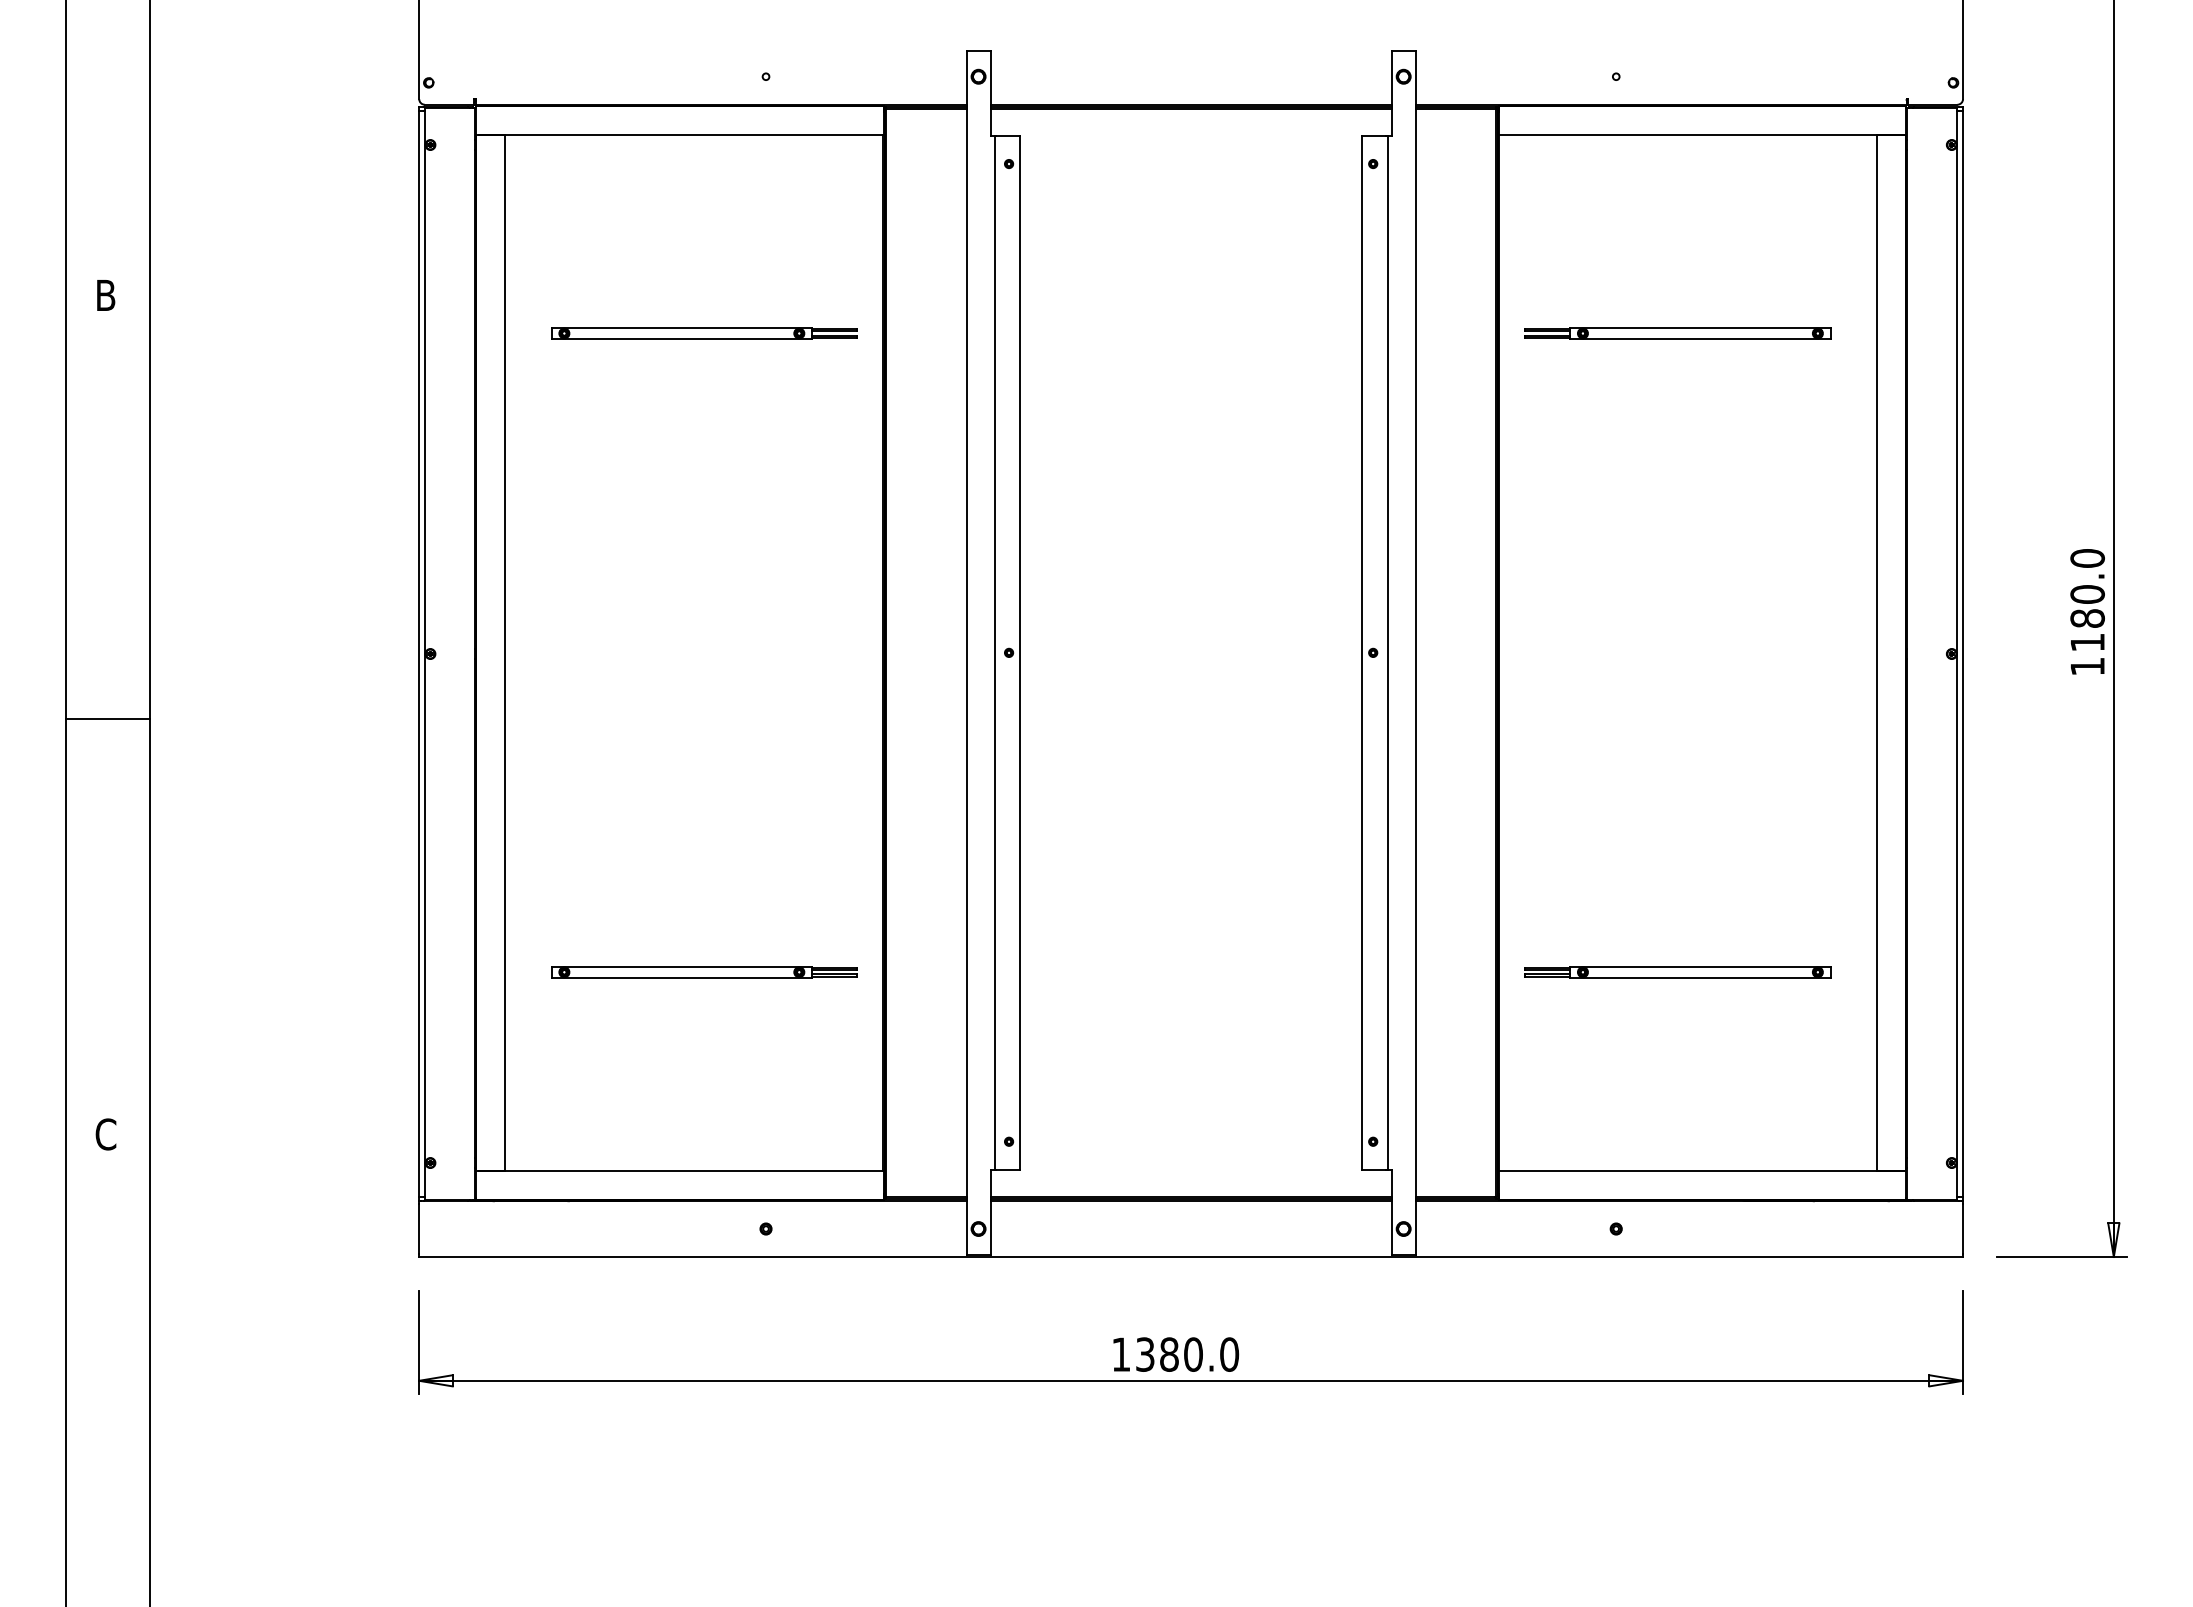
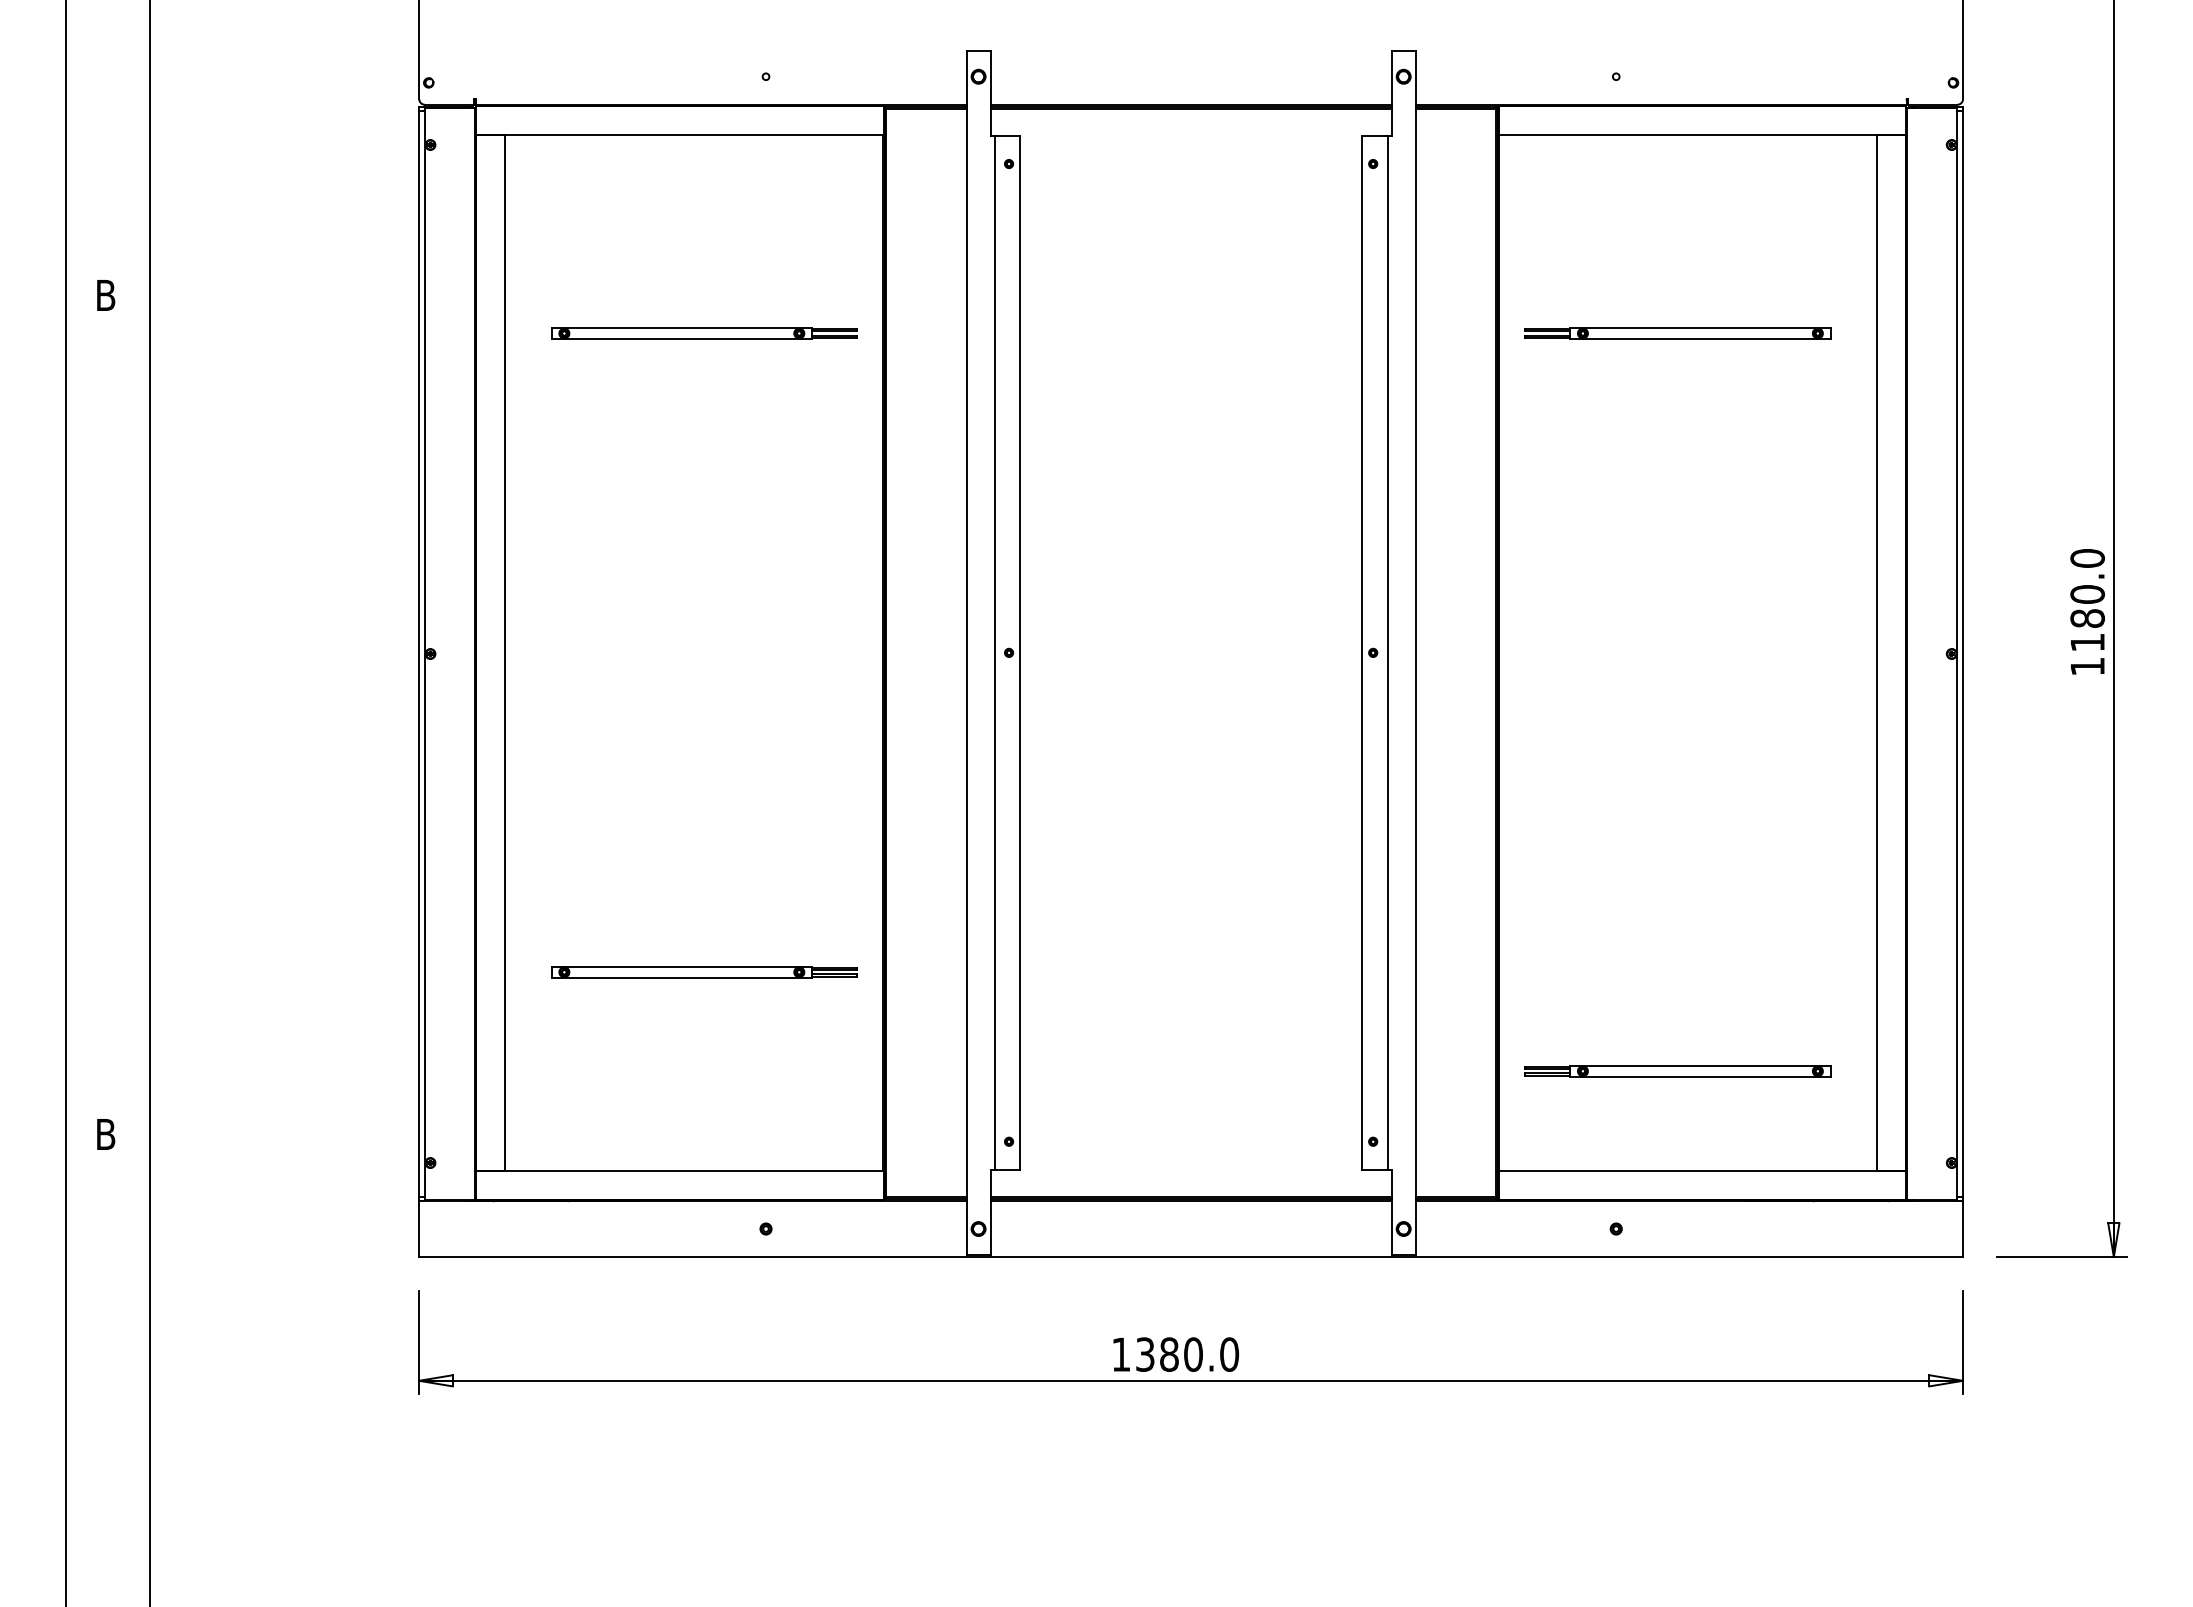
line at (107, 718): present -> none
part at (1677, 972) position: (1677, 972) -> (1677, 1071)
text at (105, 1134): C -> B
